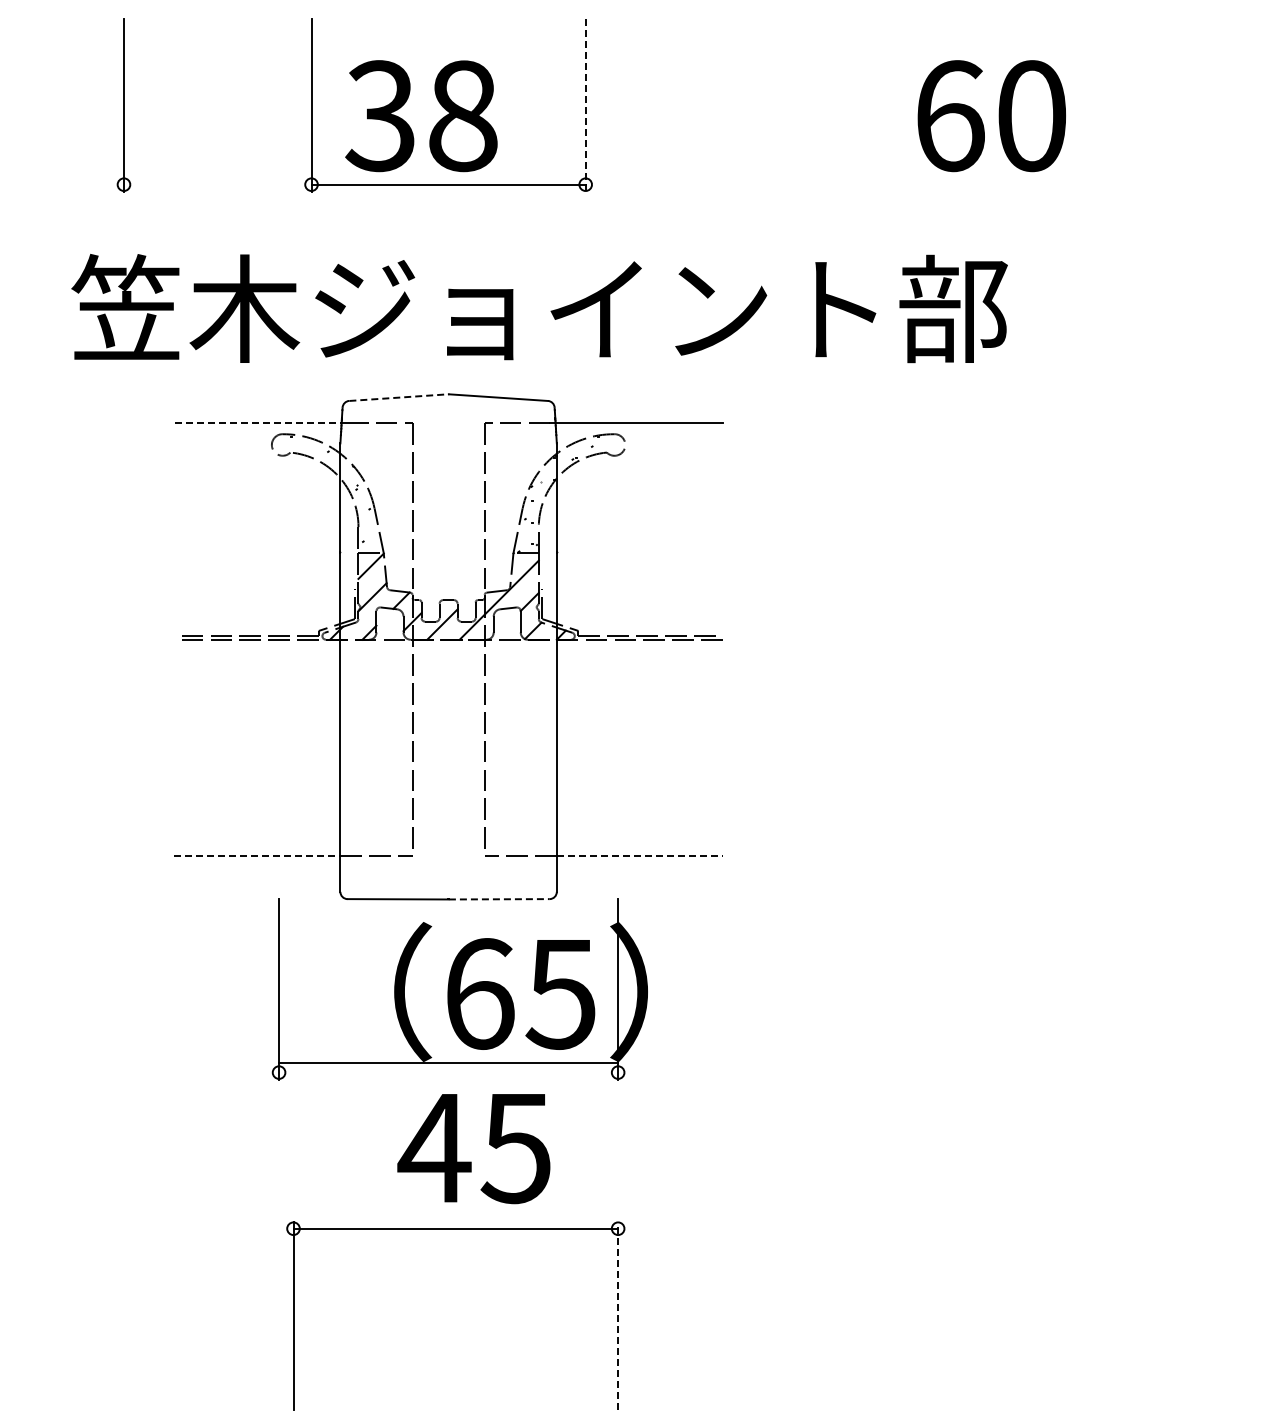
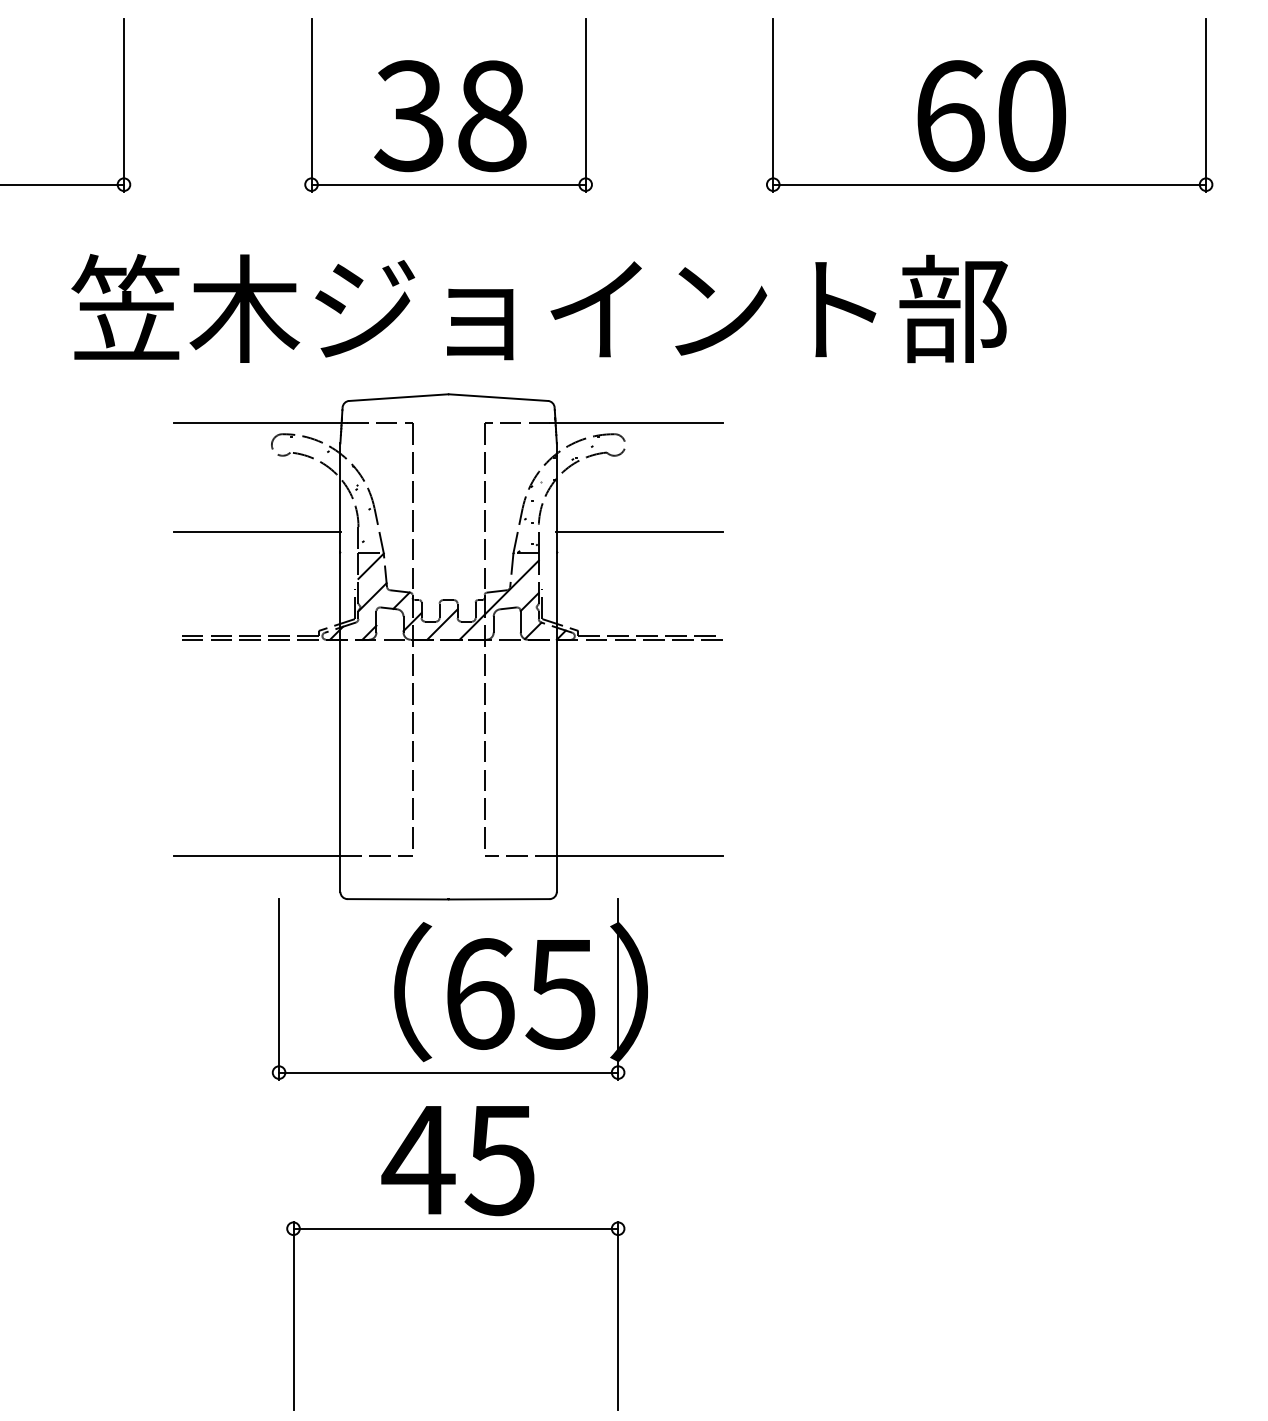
line at (585, 105): dashed -> solid
text at (421, 116) position: (421, 116) -> (450, 116)
line at (62, 184): none -> present
part at (989, 184): none -> present
line at (399, 397): dashed -> solid
line at (260, 423): dashed -> solid
line at (257, 531): none -> present
line at (639, 531): none -> present
line at (257, 856): dashed -> solid
line at (639, 856): dashed -> solid
line at (499, 899): dashed -> solid
line at (448, 1062) position: (448, 1062) -> (448, 1072)
text at (473, 1149) position: (473, 1149) -> (457, 1161)
line at (618, 1315): dashed -> solid
